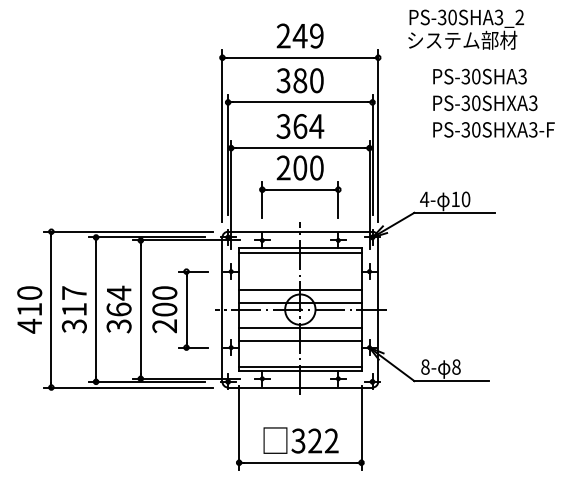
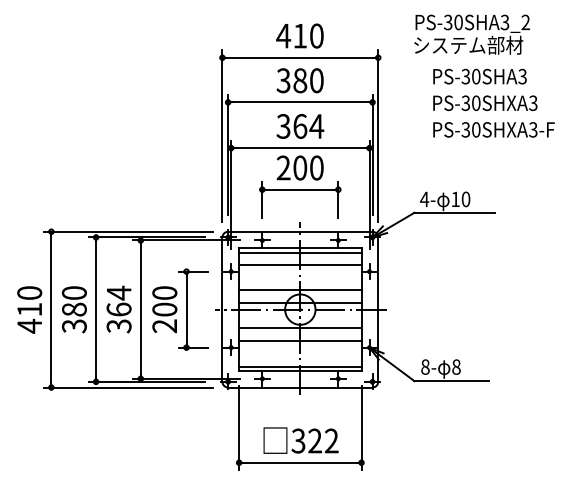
text at (466, 29) position: (466, 29) -> (472, 34)
text at (299, 35): 249 -> 410
line at (300, 265): none -> present
text at (73, 301): 317 -> 380
